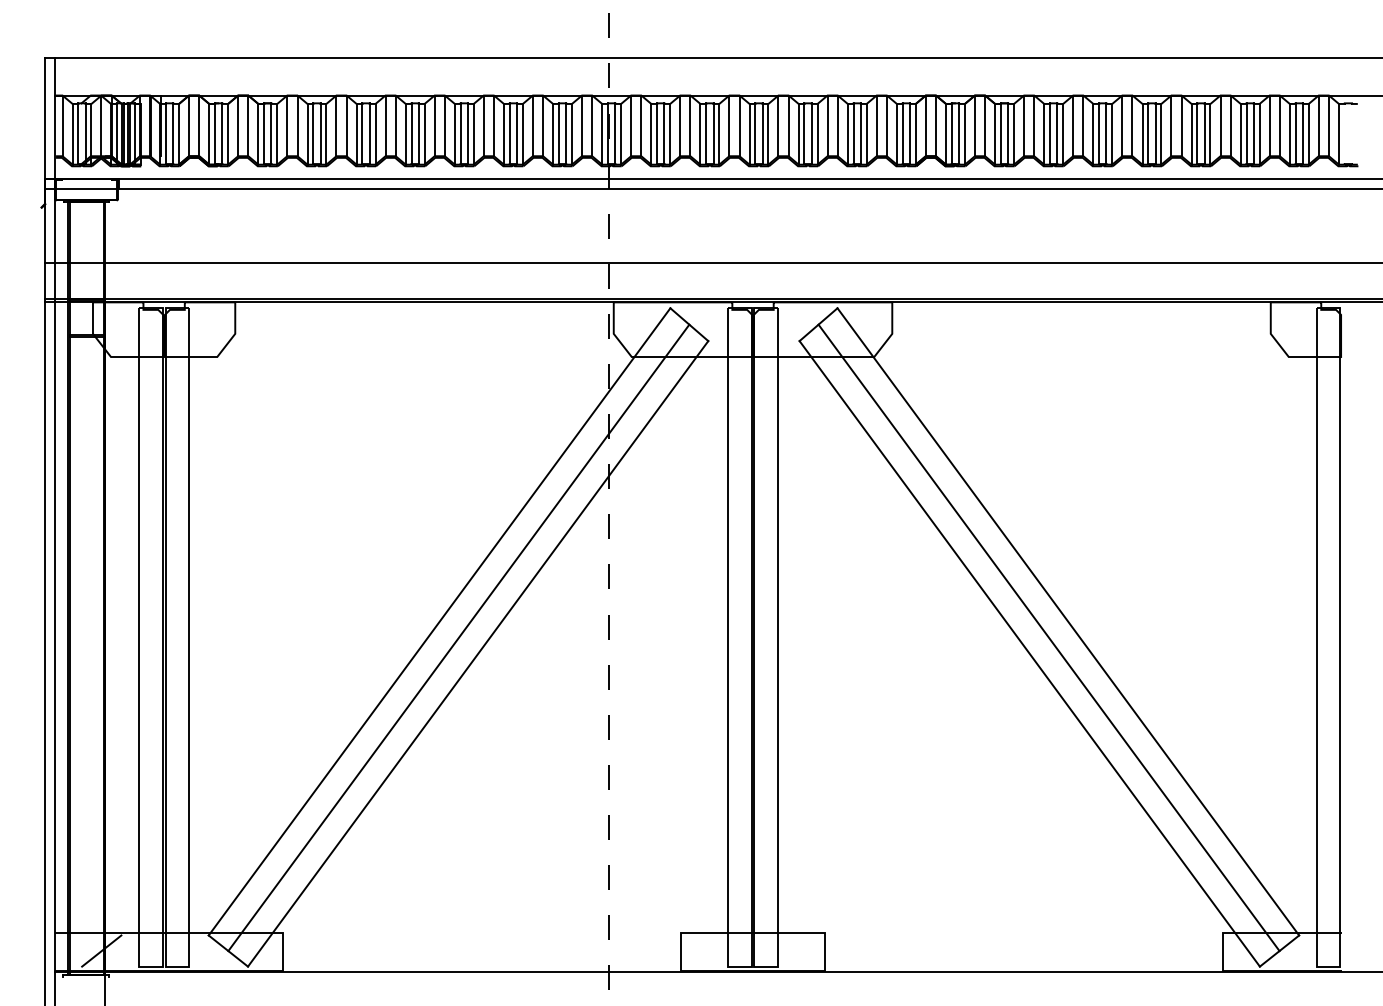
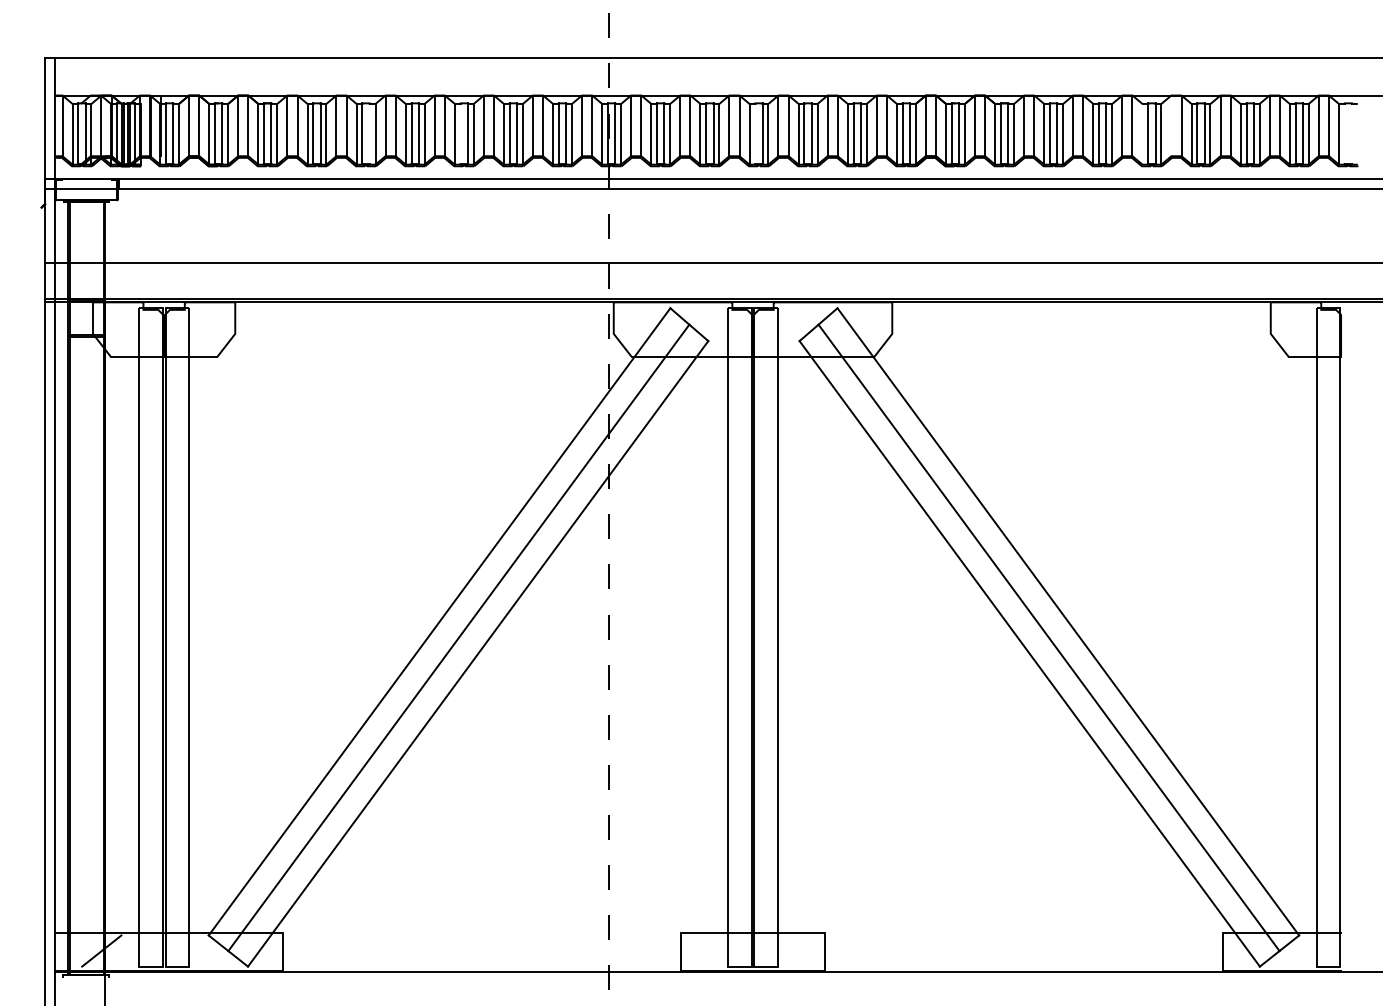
line at (1171, 125): present -> none
line at (369, 133): present -> none
line at (460, 133): present -> none
line at (755, 133): present -> none
line at (1142, 133): present -> none
